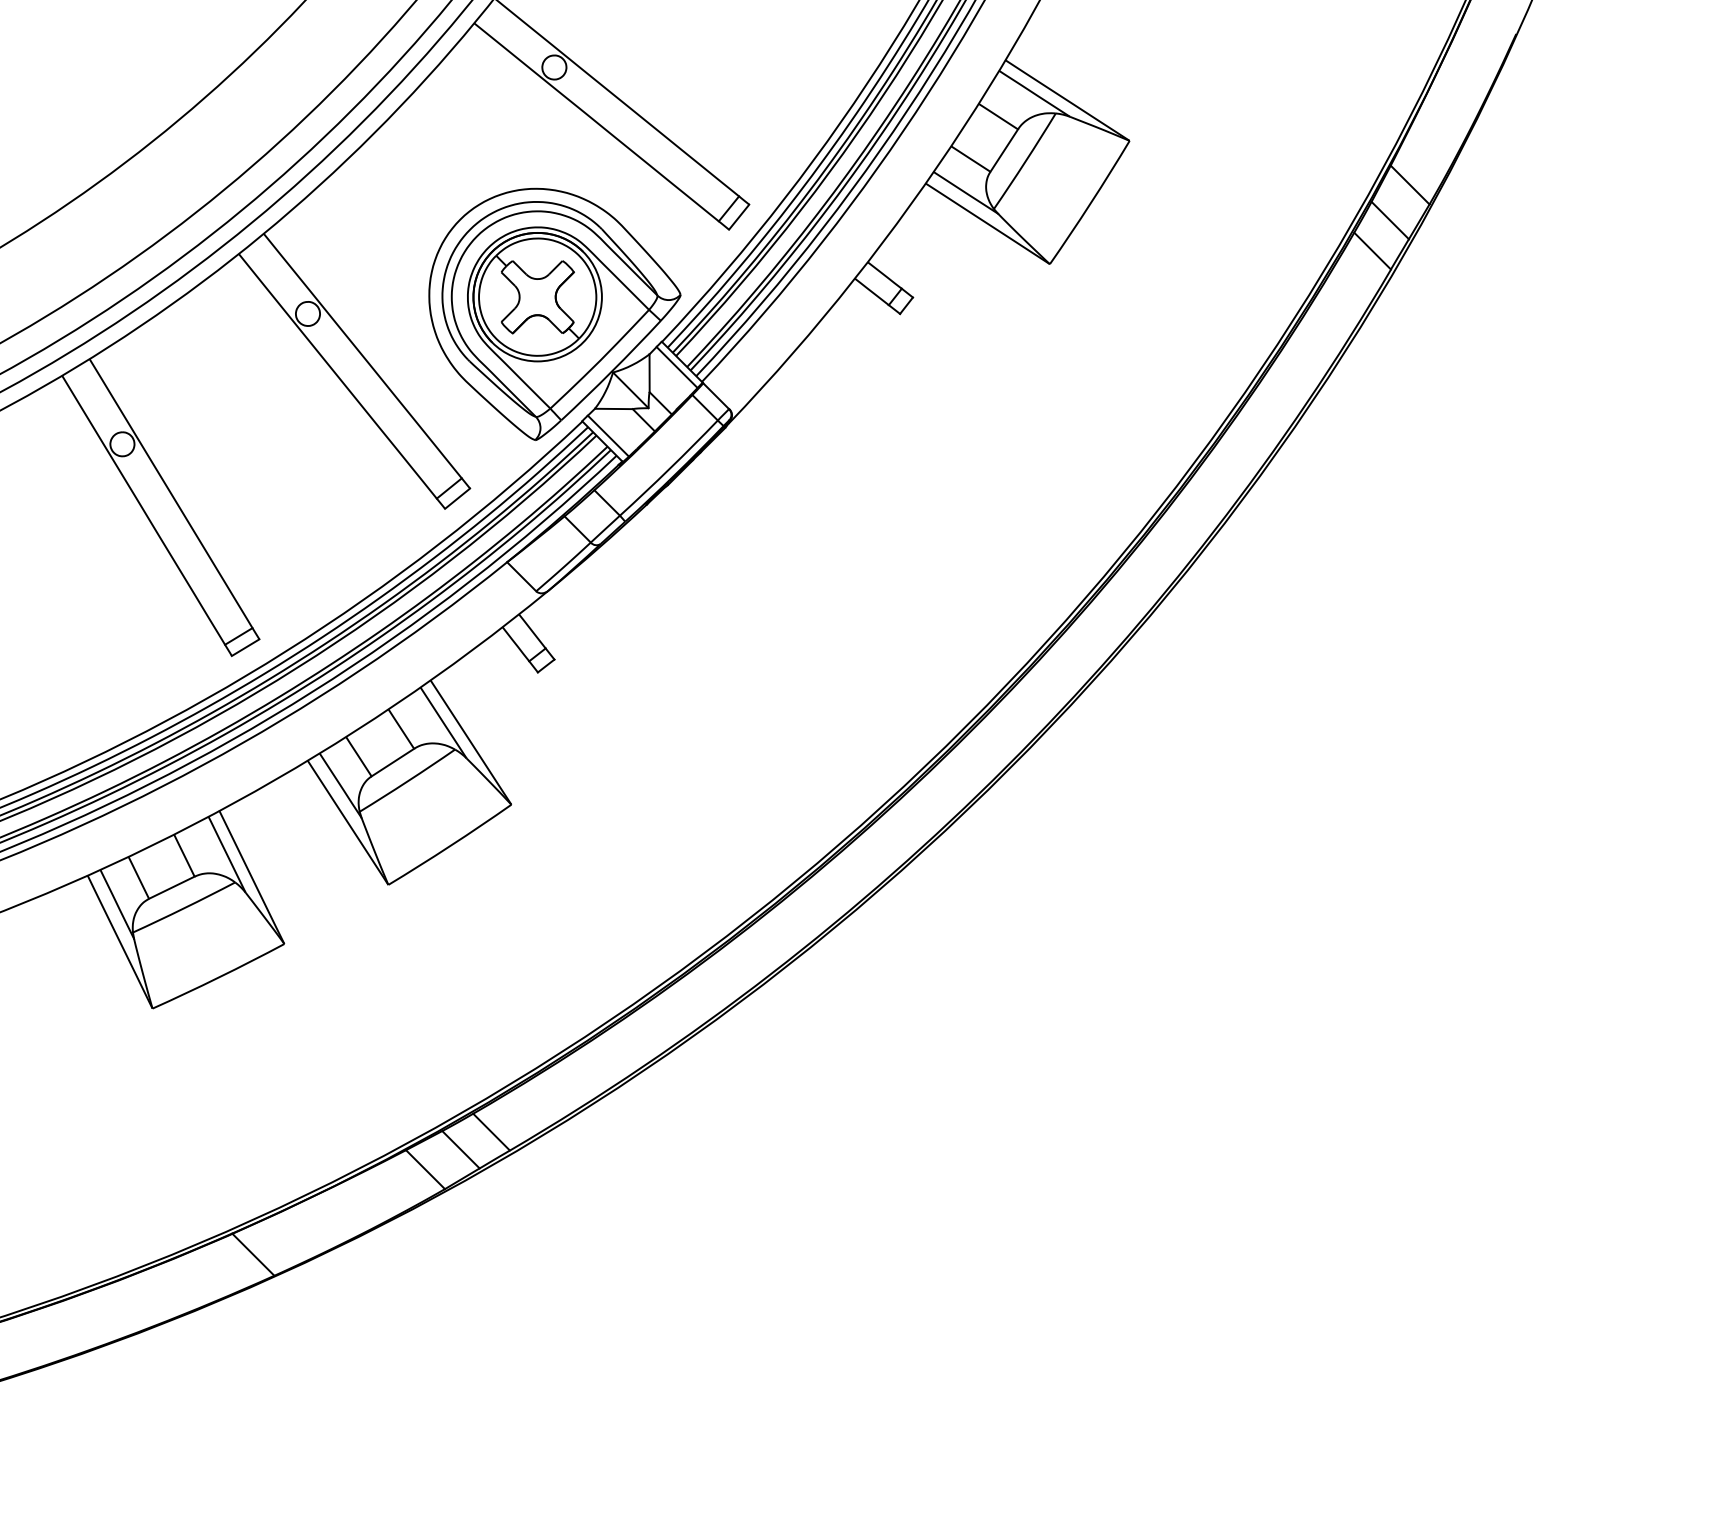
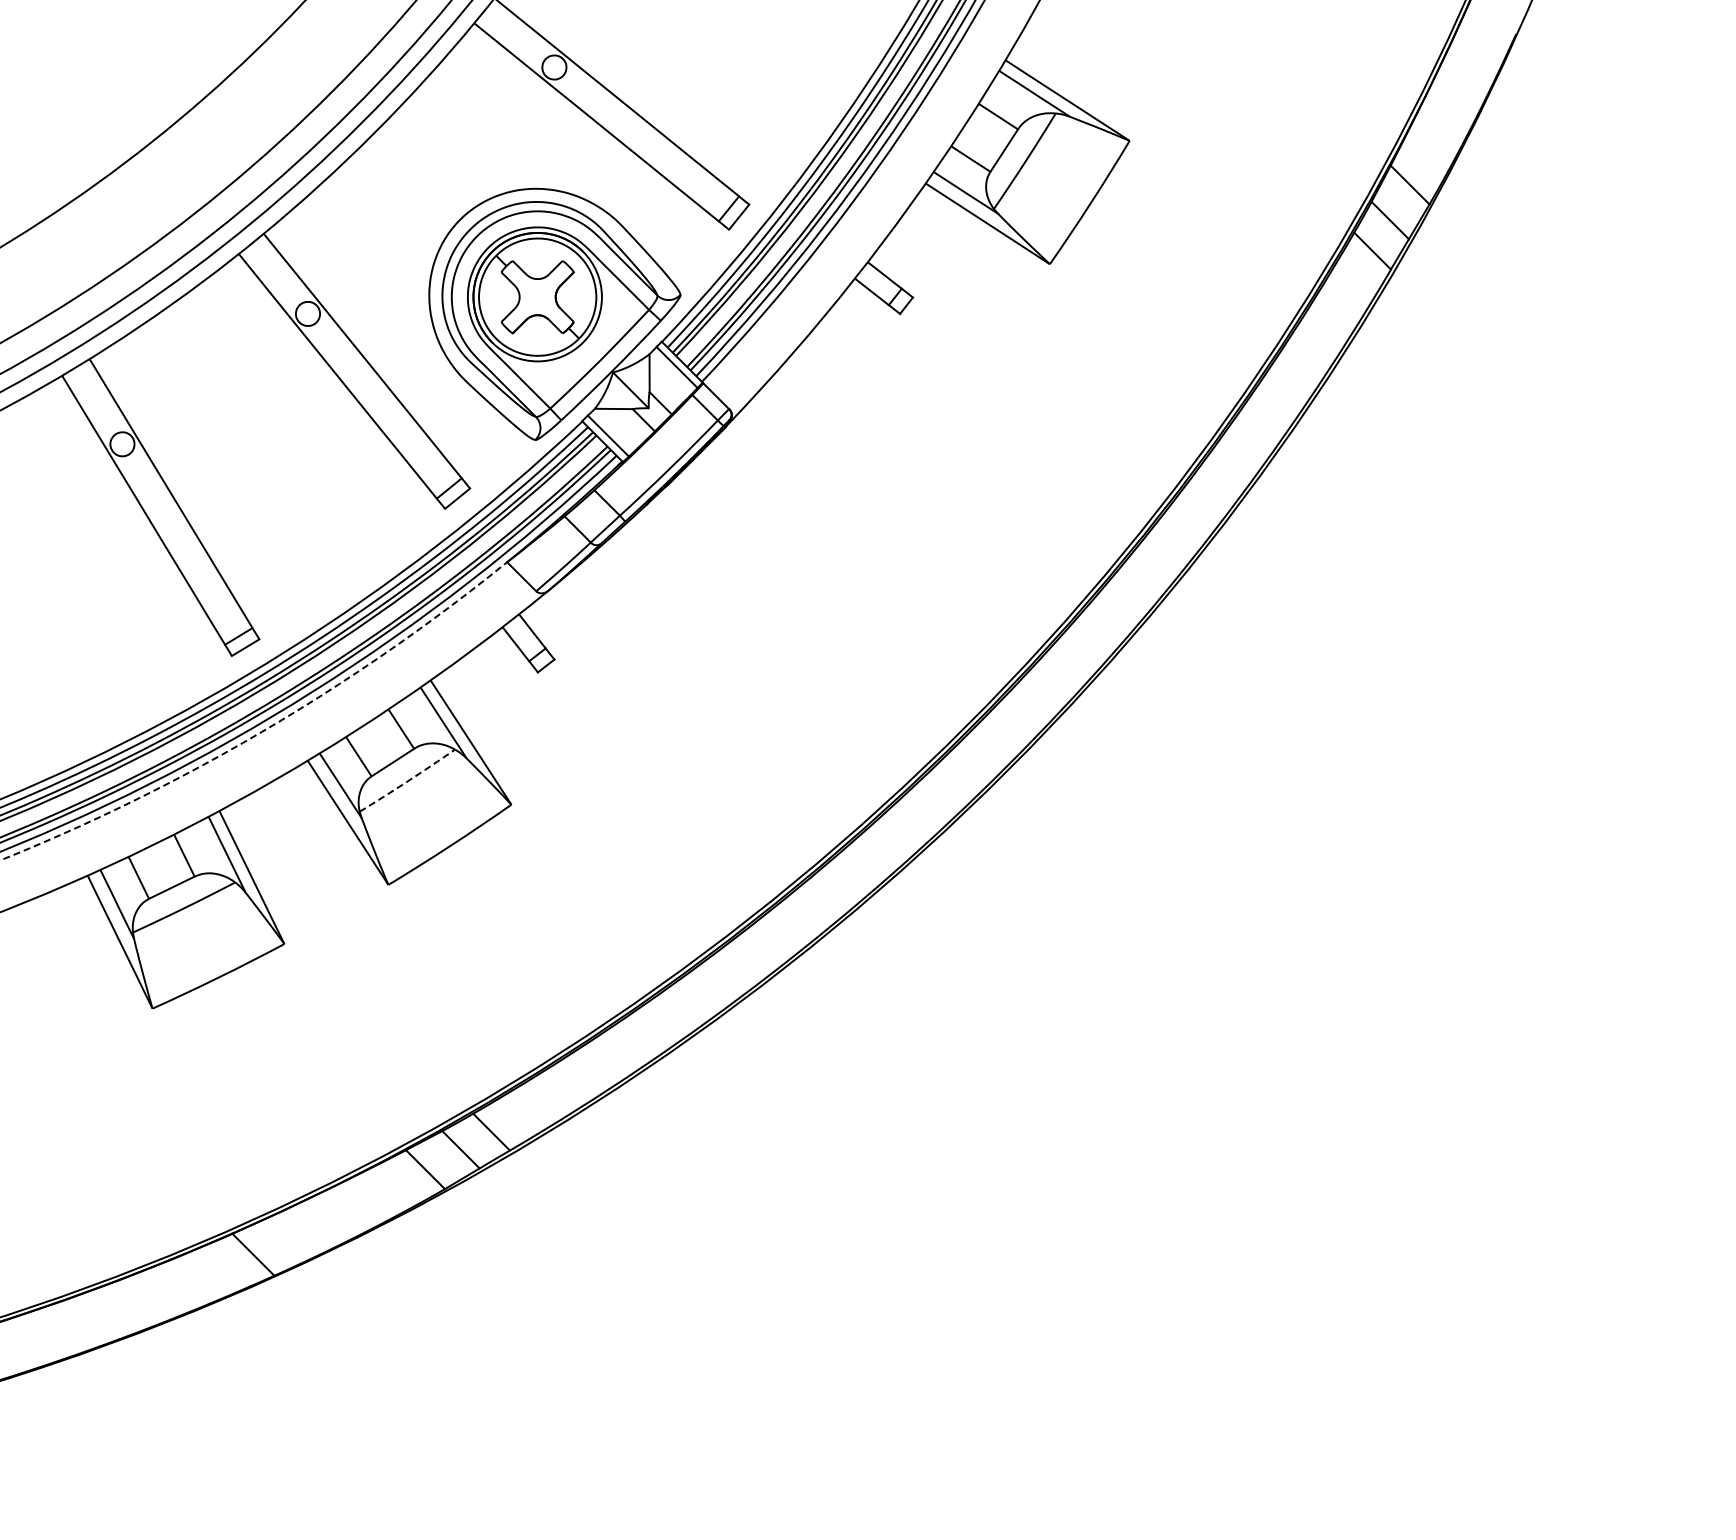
arc at (268, 727): solid -> dashed
arc at (407, 781): solid -> dashed
